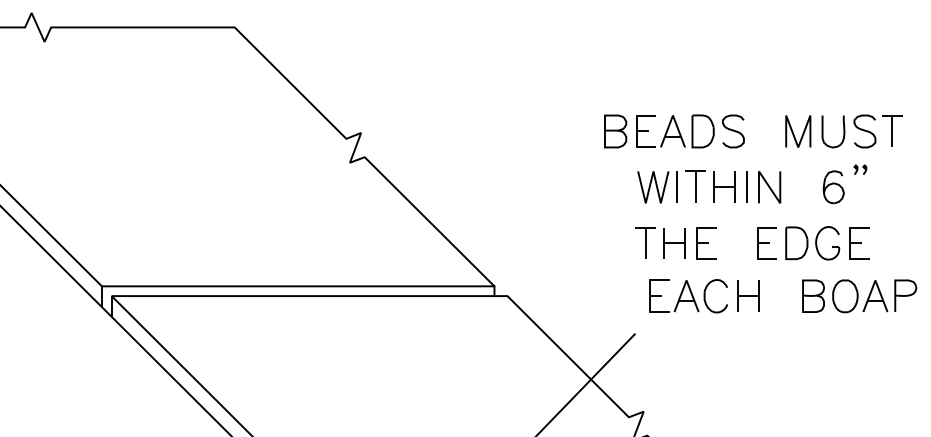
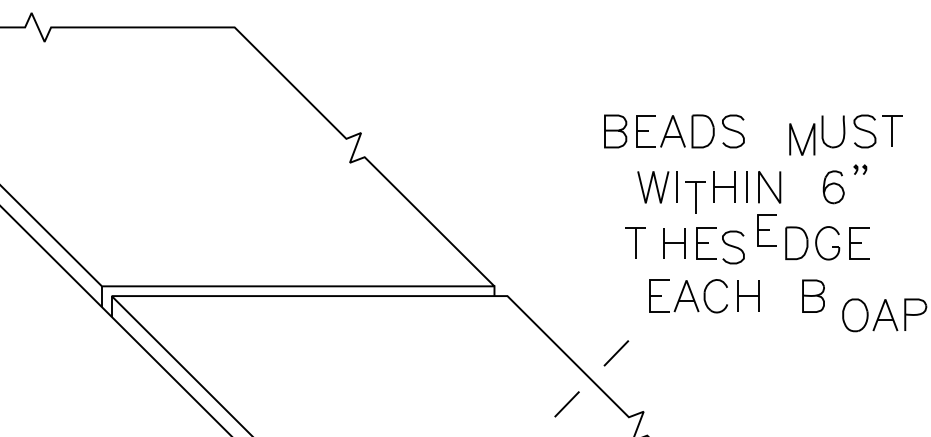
line at (802, 133) position: (802, 133) -> (806, 141)
part at (695, 186) position: (695, 186) -> (695, 197)
part at (645, 242) position: (645, 242) -> (635, 242)
part at (766, 243) position: (766, 243) -> (766, 230)
curve at (733, 247): none -> present
part at (874, 296) position: (874, 296) -> (884, 315)
line at (586, 384): solid -> dashed
